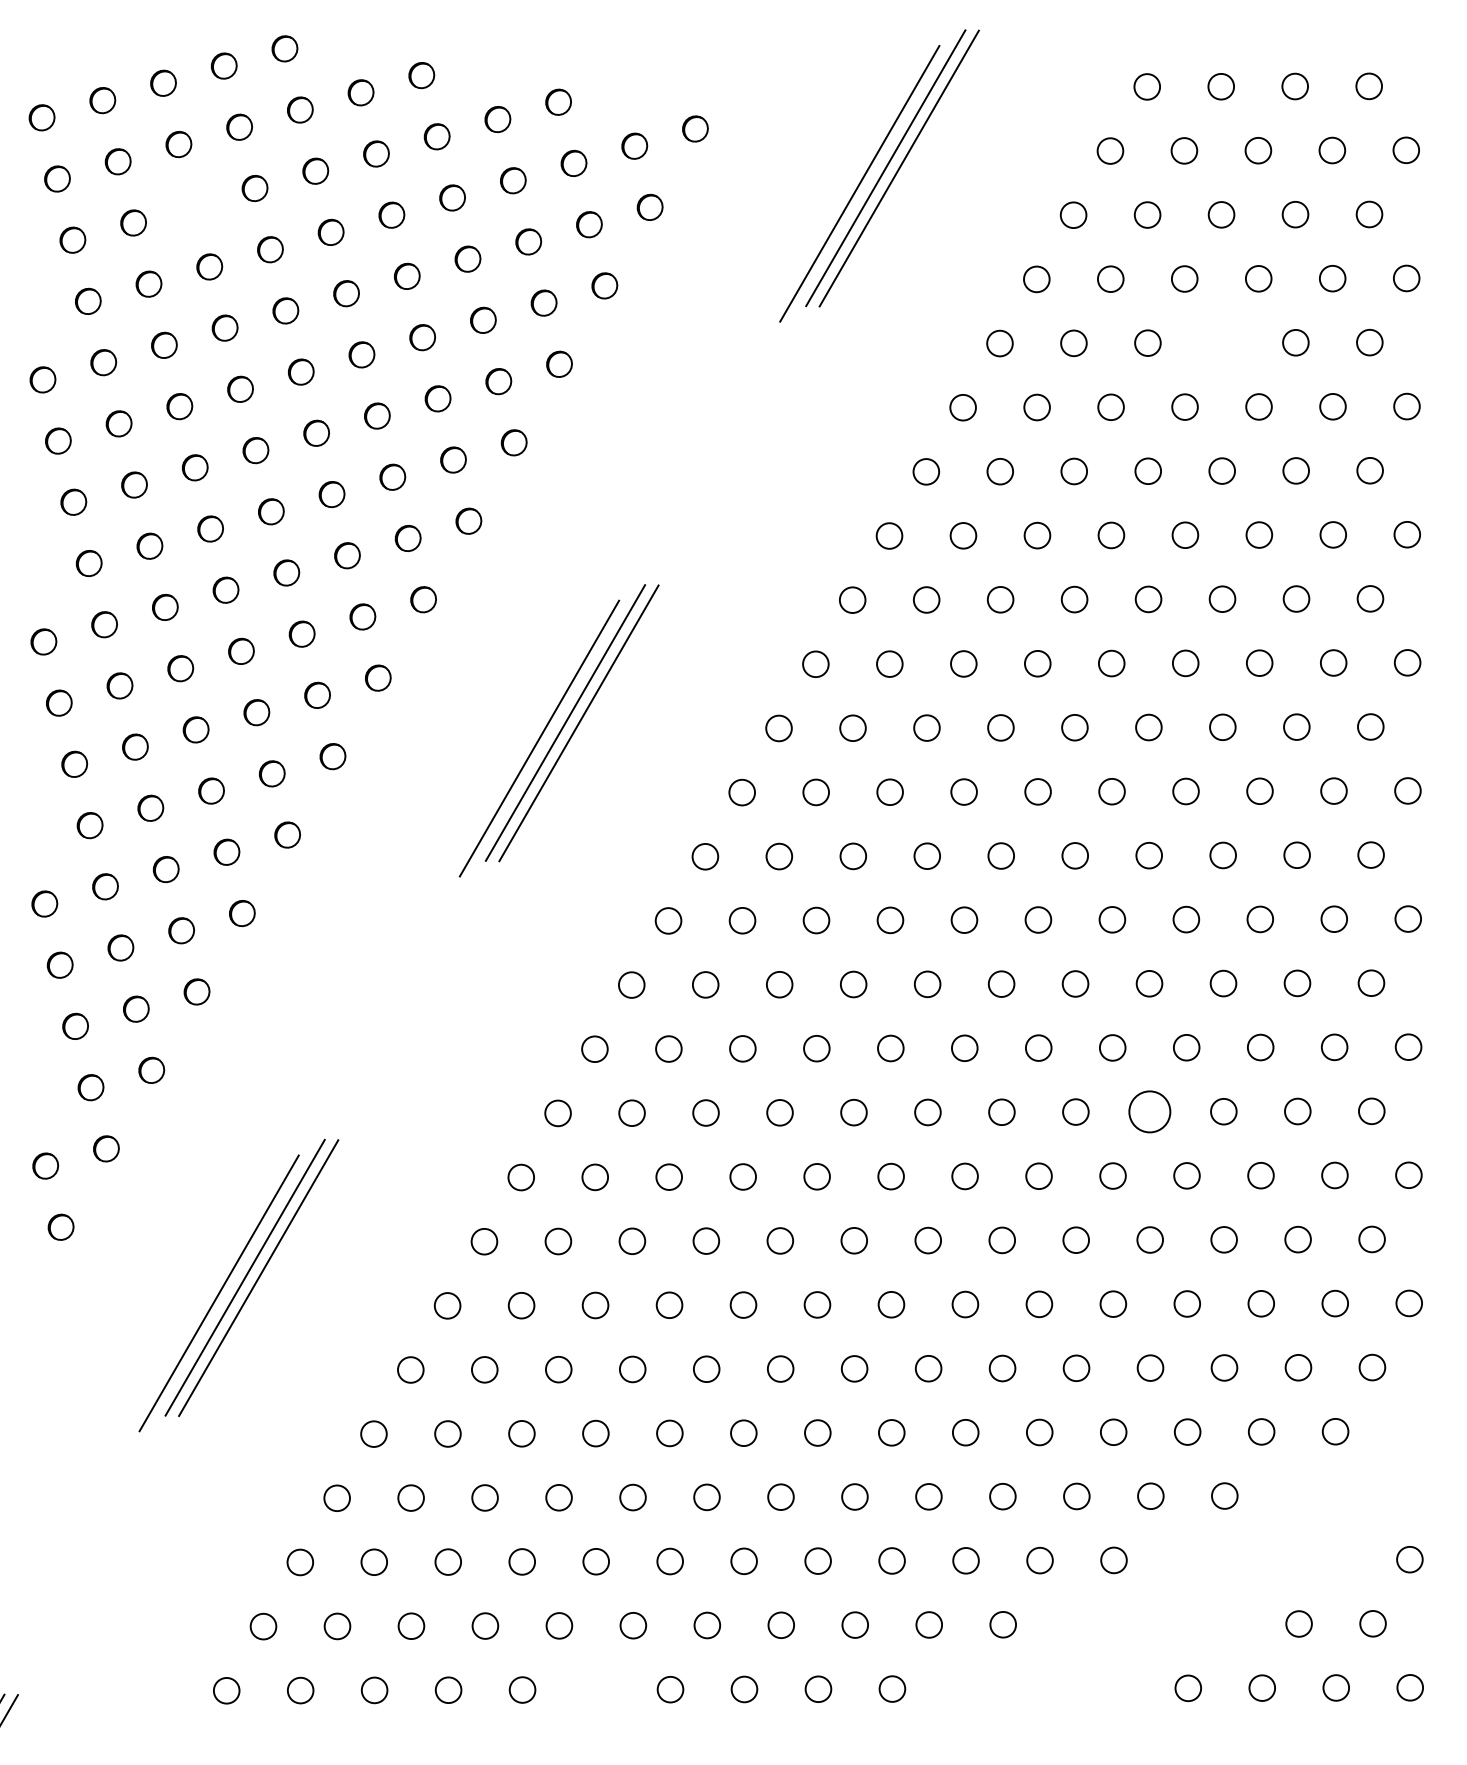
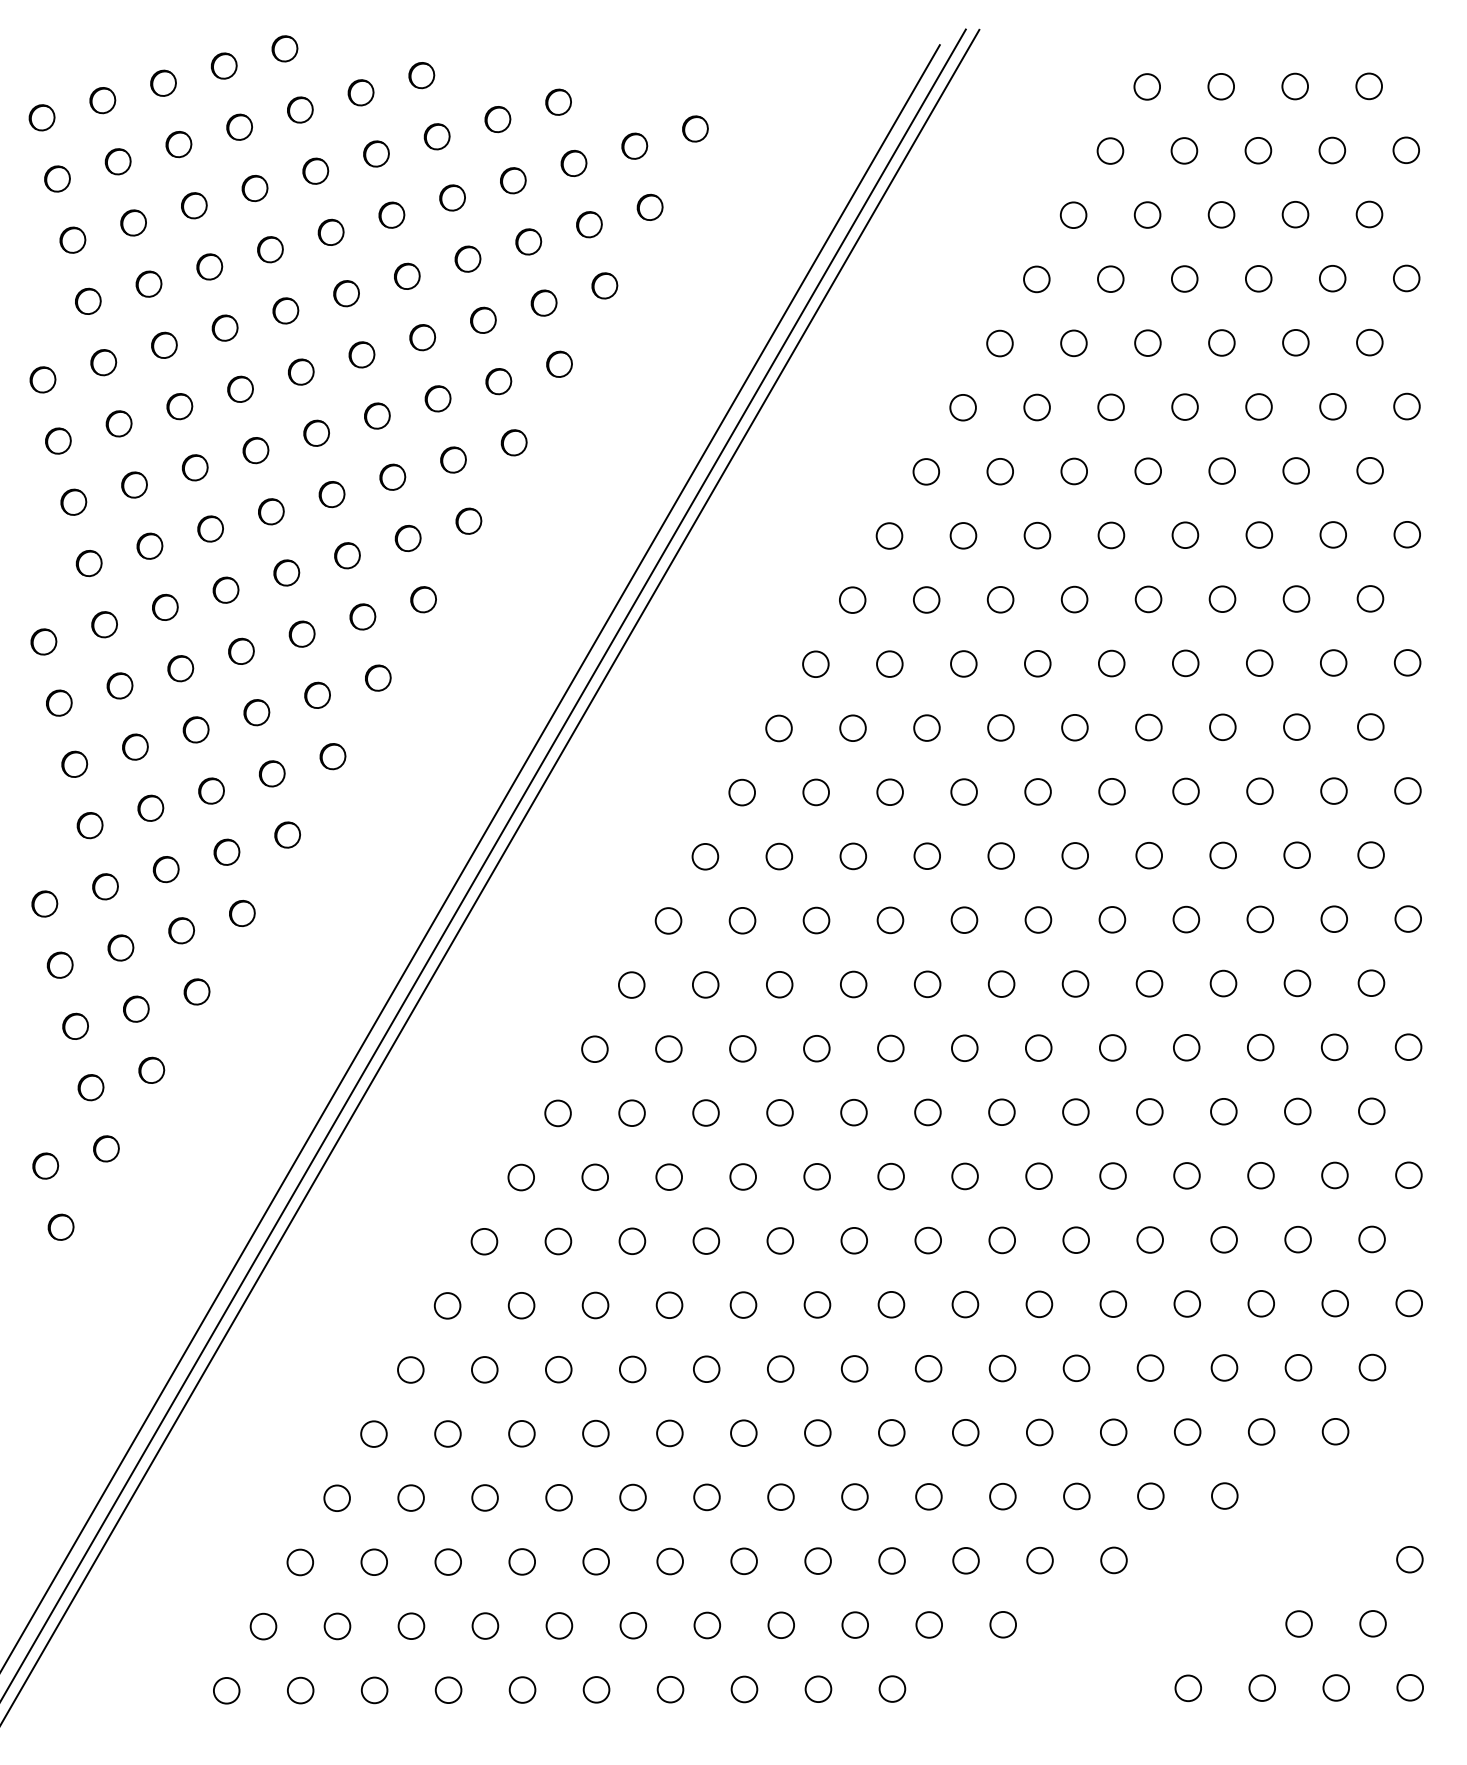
part at (194, 205): none -> present
circle at (1221, 342): none -> present
line at (470, 858): dashed -> solid
line at (482, 865): dashed -> solid
line at (489, 878): dashed -> solid
circle at (1149, 1111) diameter: 41 px -> 26 px
circle at (596, 1689): none -> present
